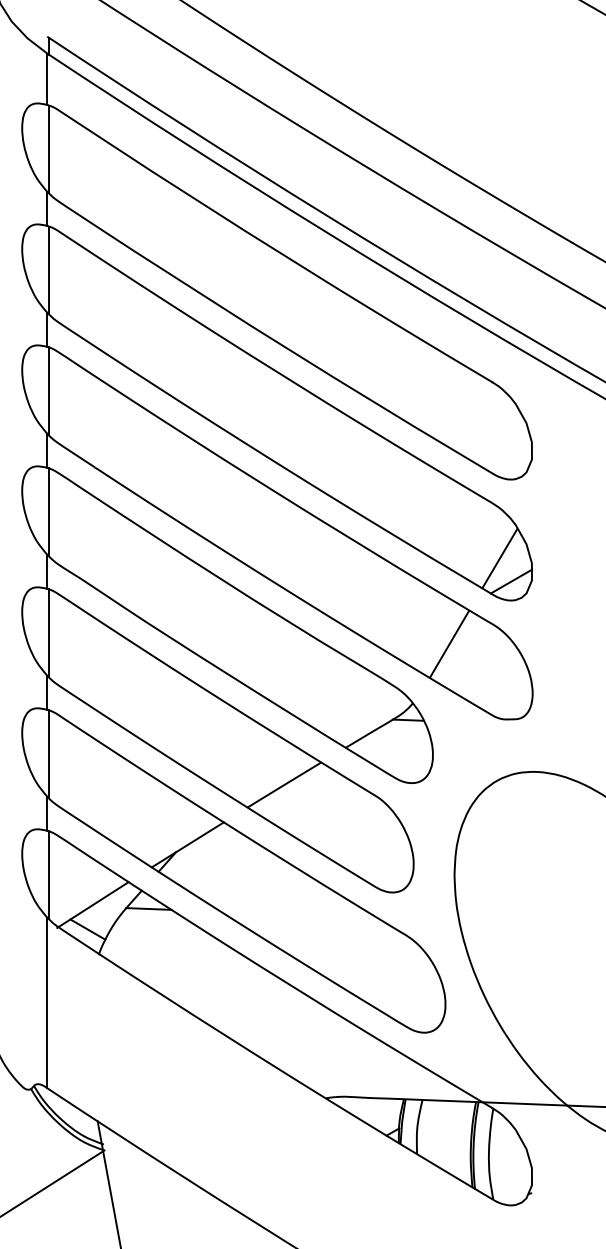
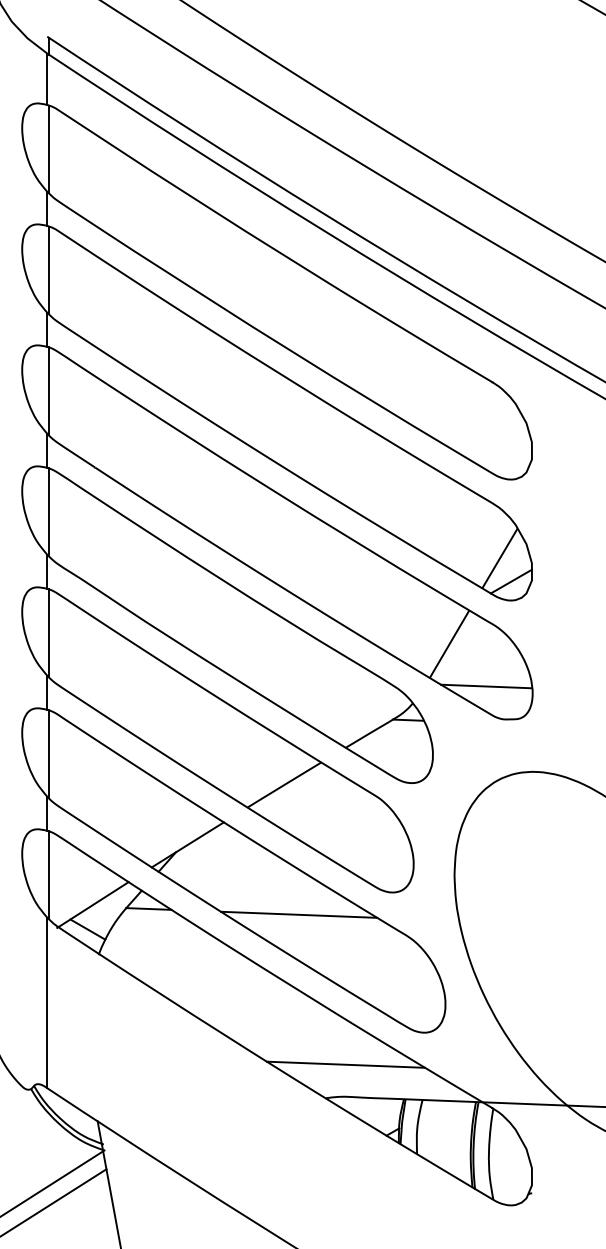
line at (486, 686): none -> present
line at (299, 914): none -> present
line at (345, 1064): none -> present
line at (54, 1202): none -> present
